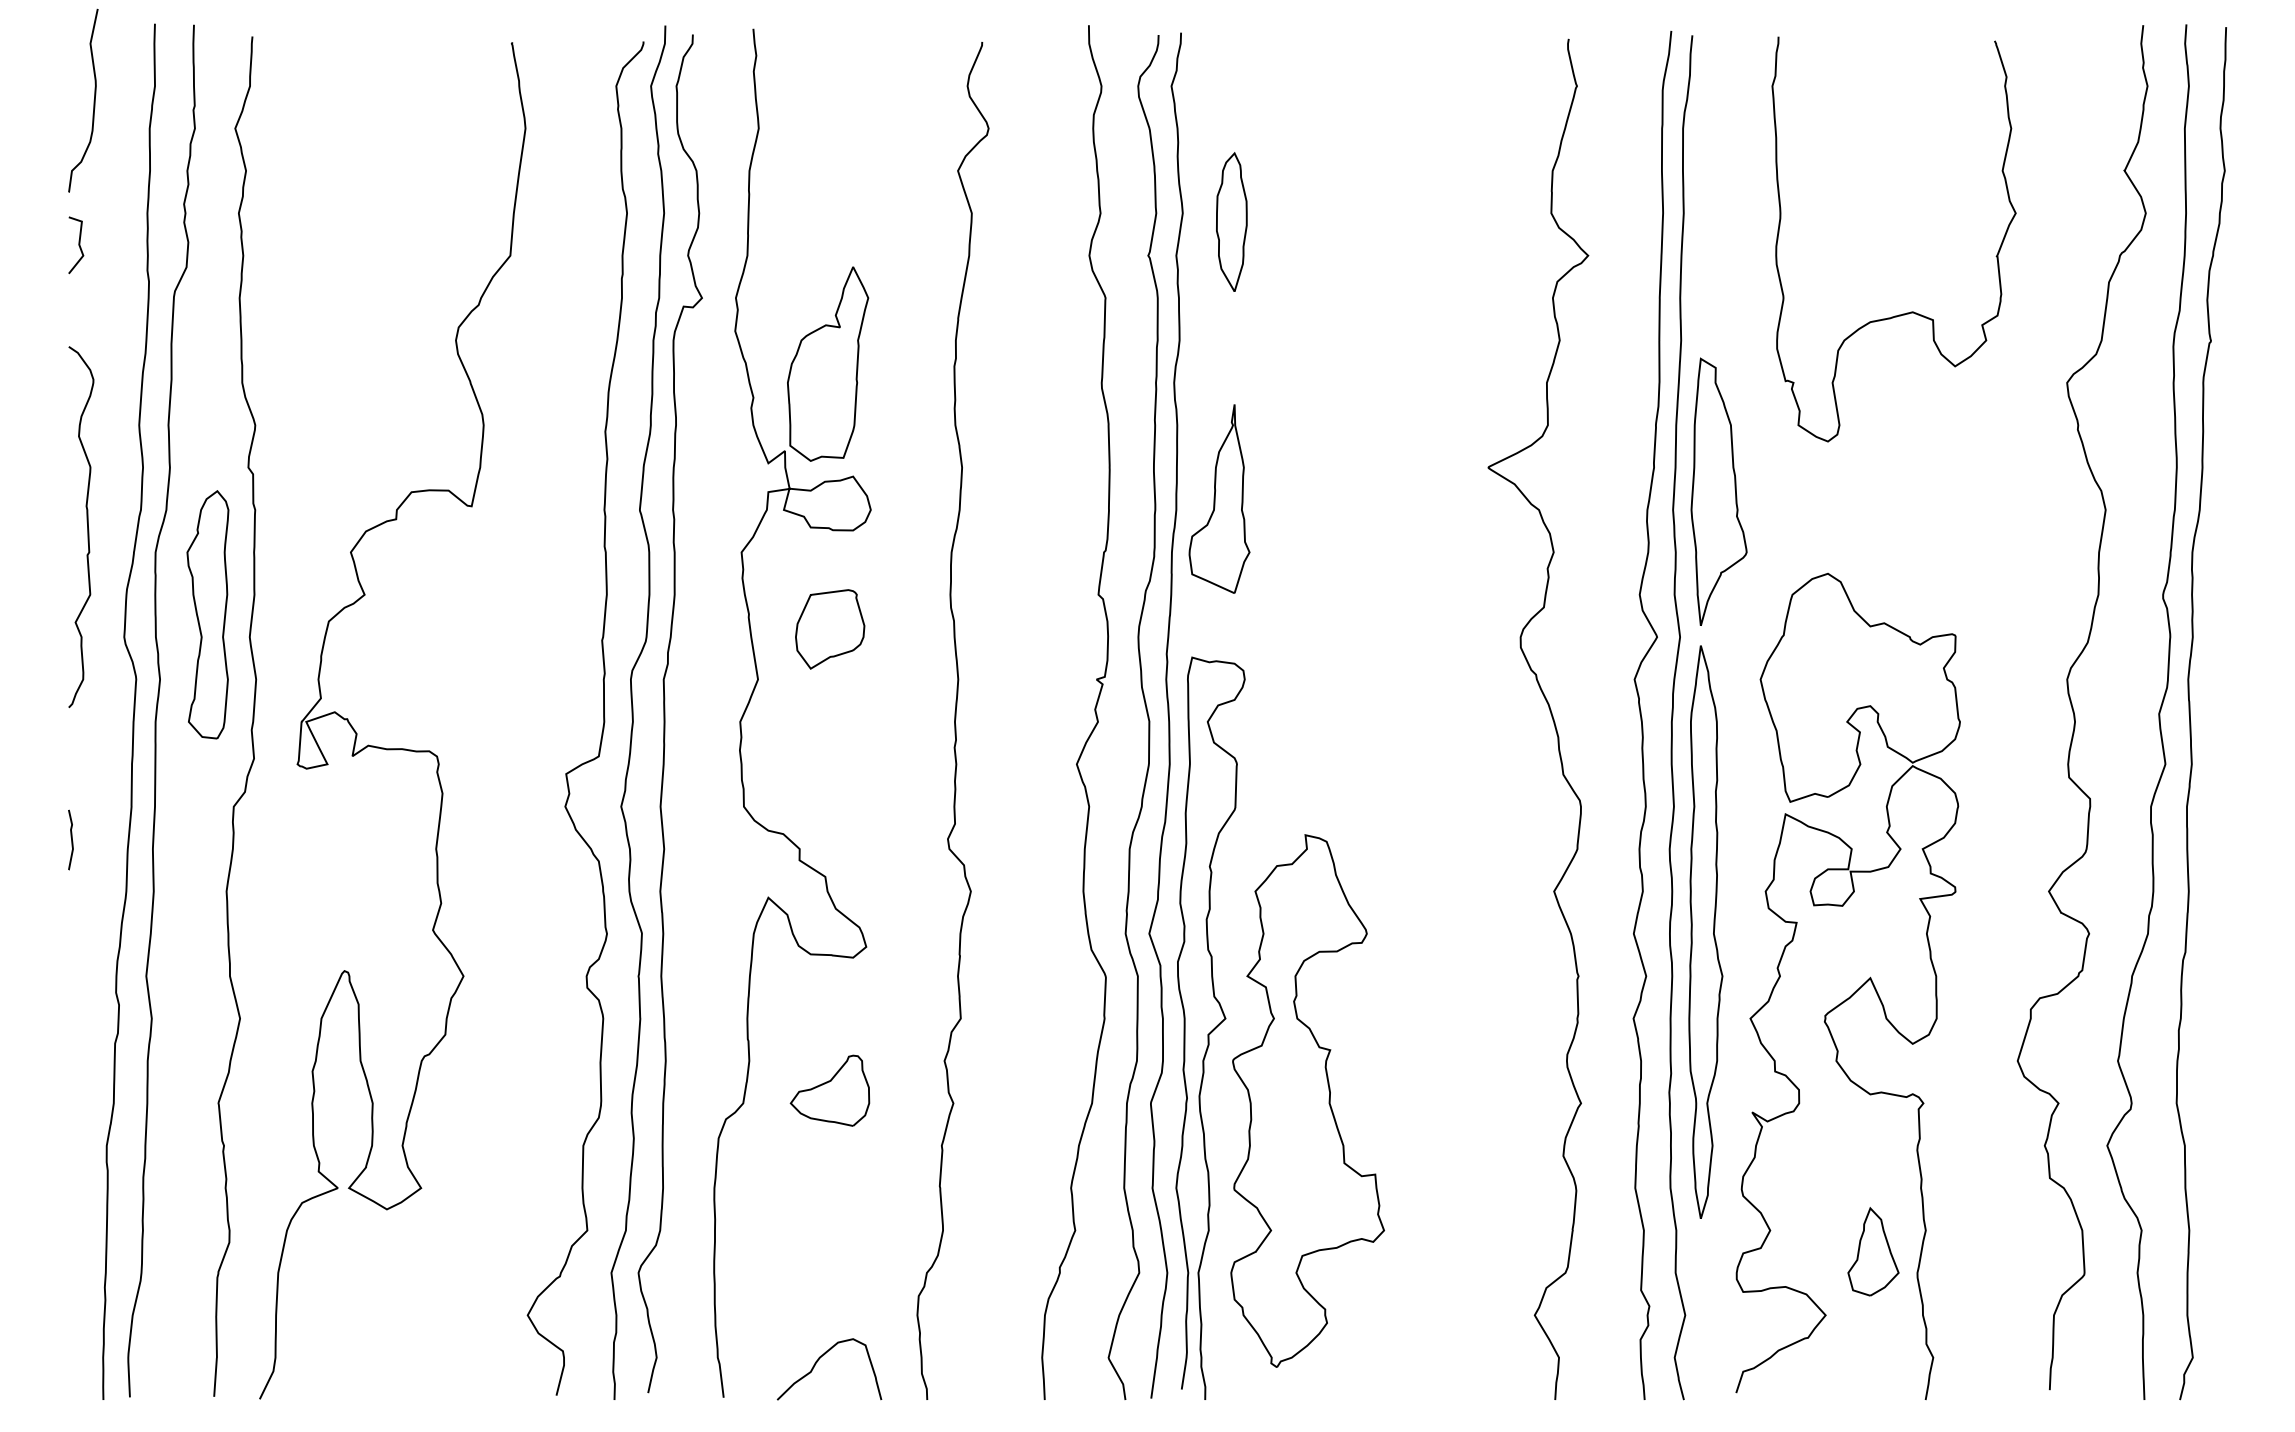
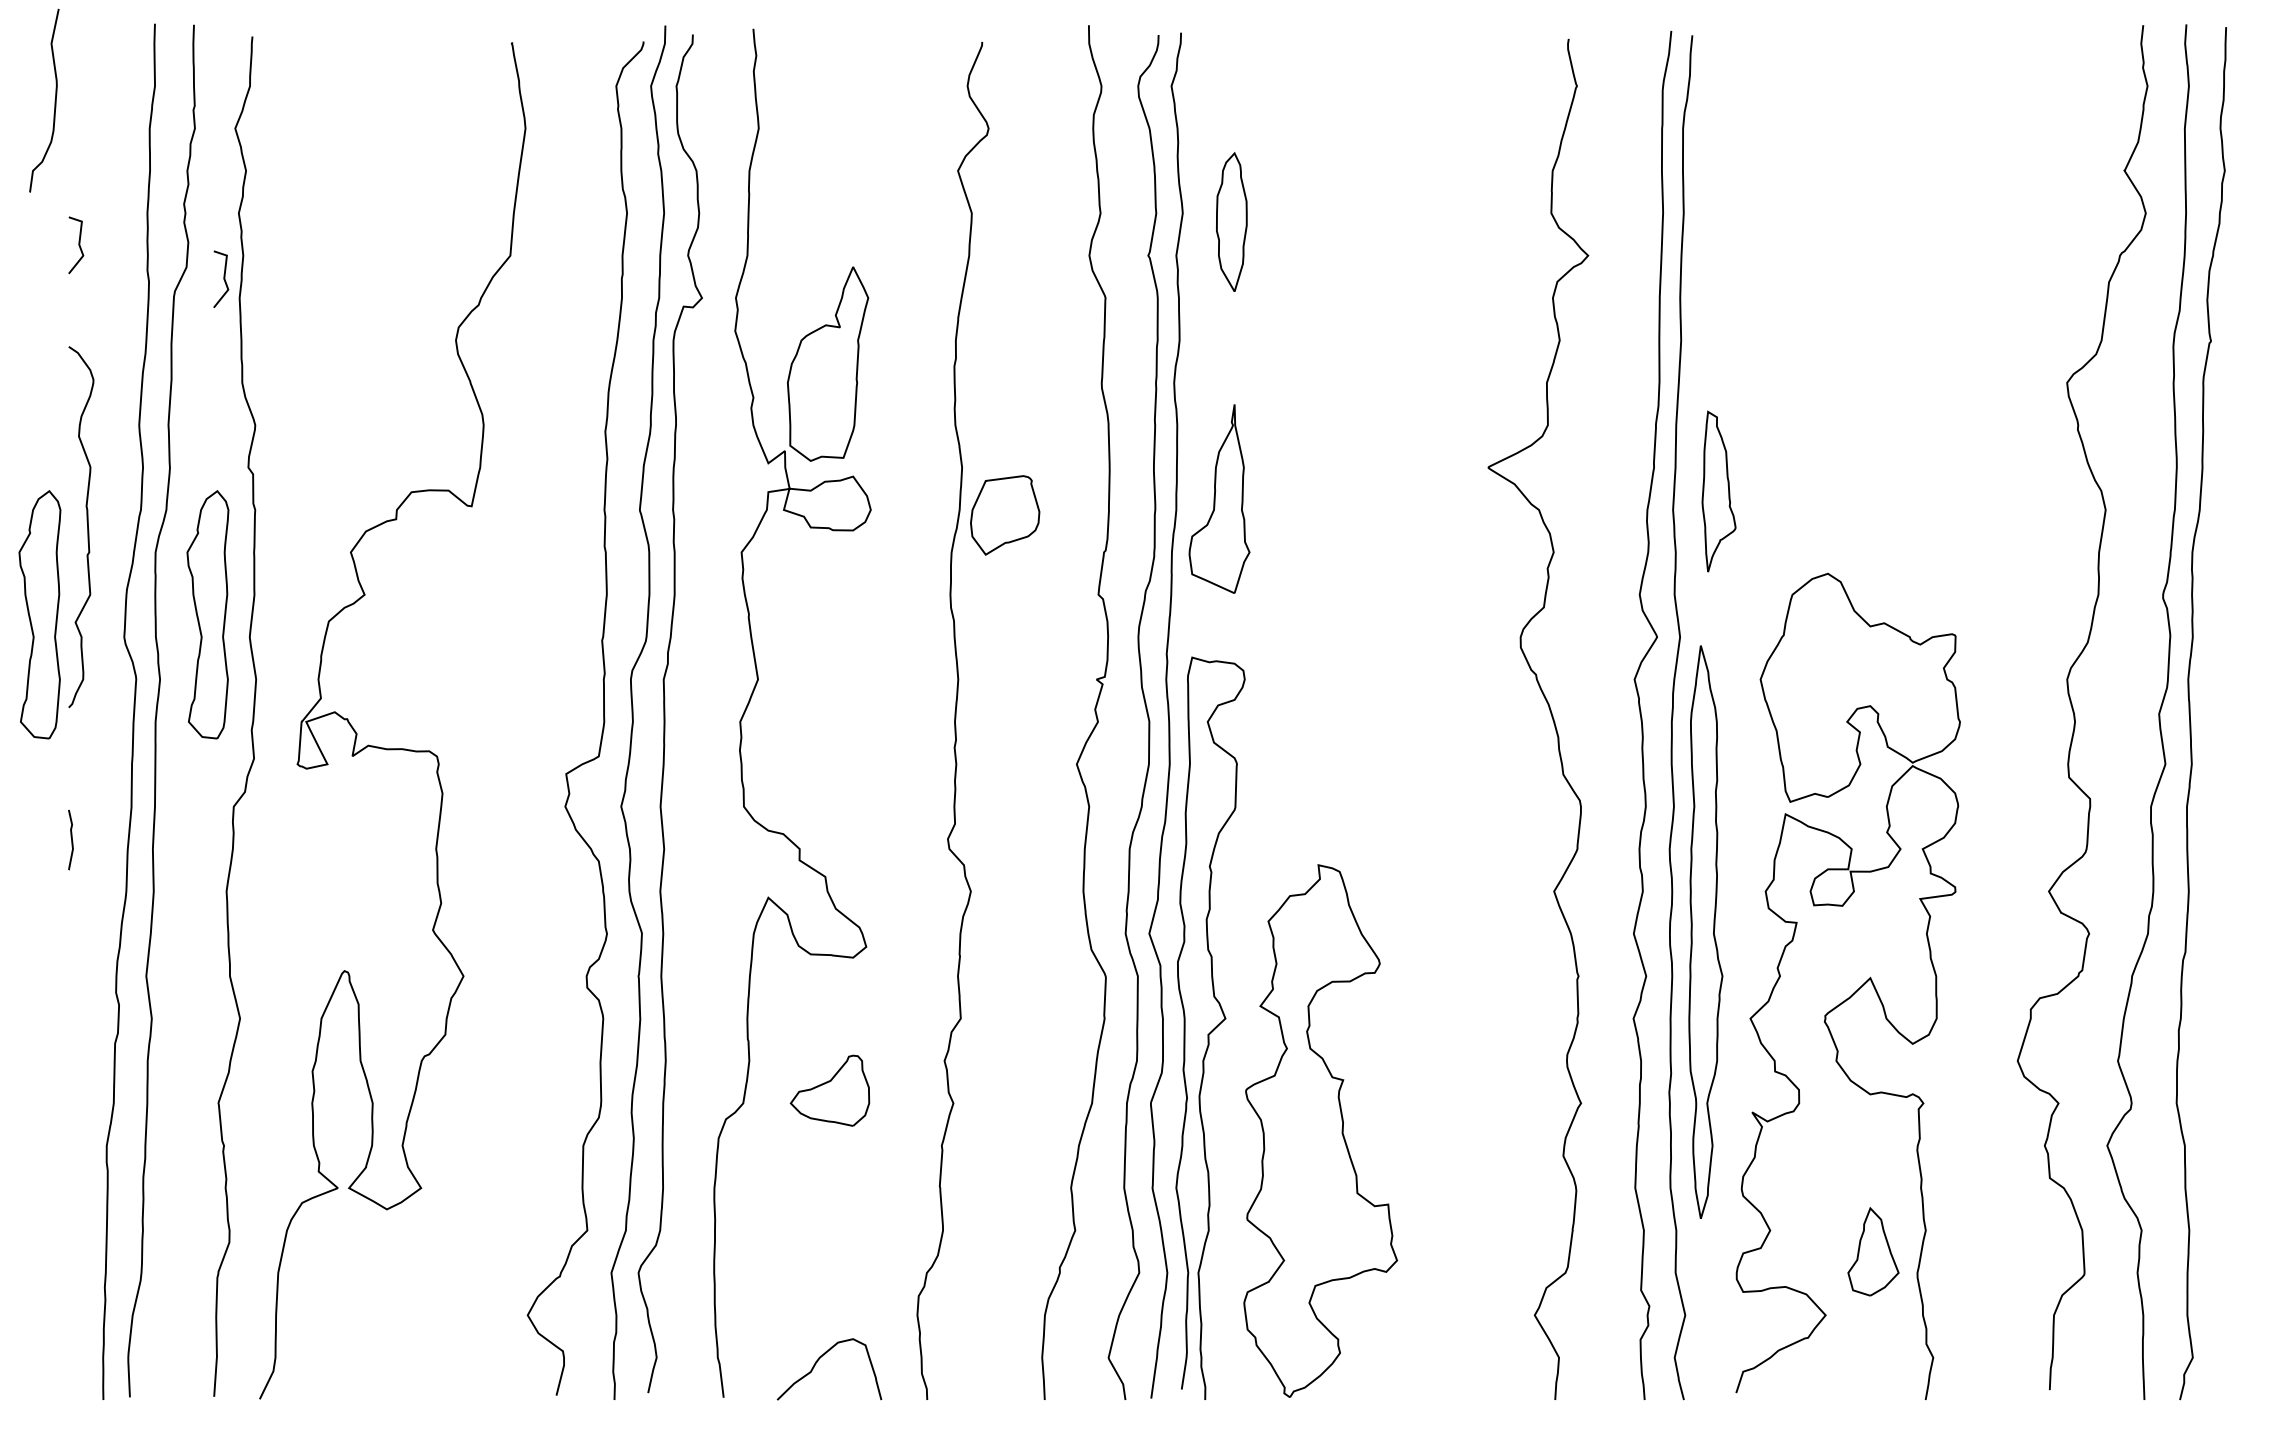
curve at (93, 100) position: (93, 100) -> (54, 100)
line at (223, 279): none -> present
curve at (1910, 311): present -> none
part at (1718, 491) size: 58x269 px -> 36x163 px
part at (39, 614): none -> present
part at (830, 629) position: (830, 629) -> (1005, 515)
part at (1307, 1100) position: (1307, 1100) -> (1320, 1130)
